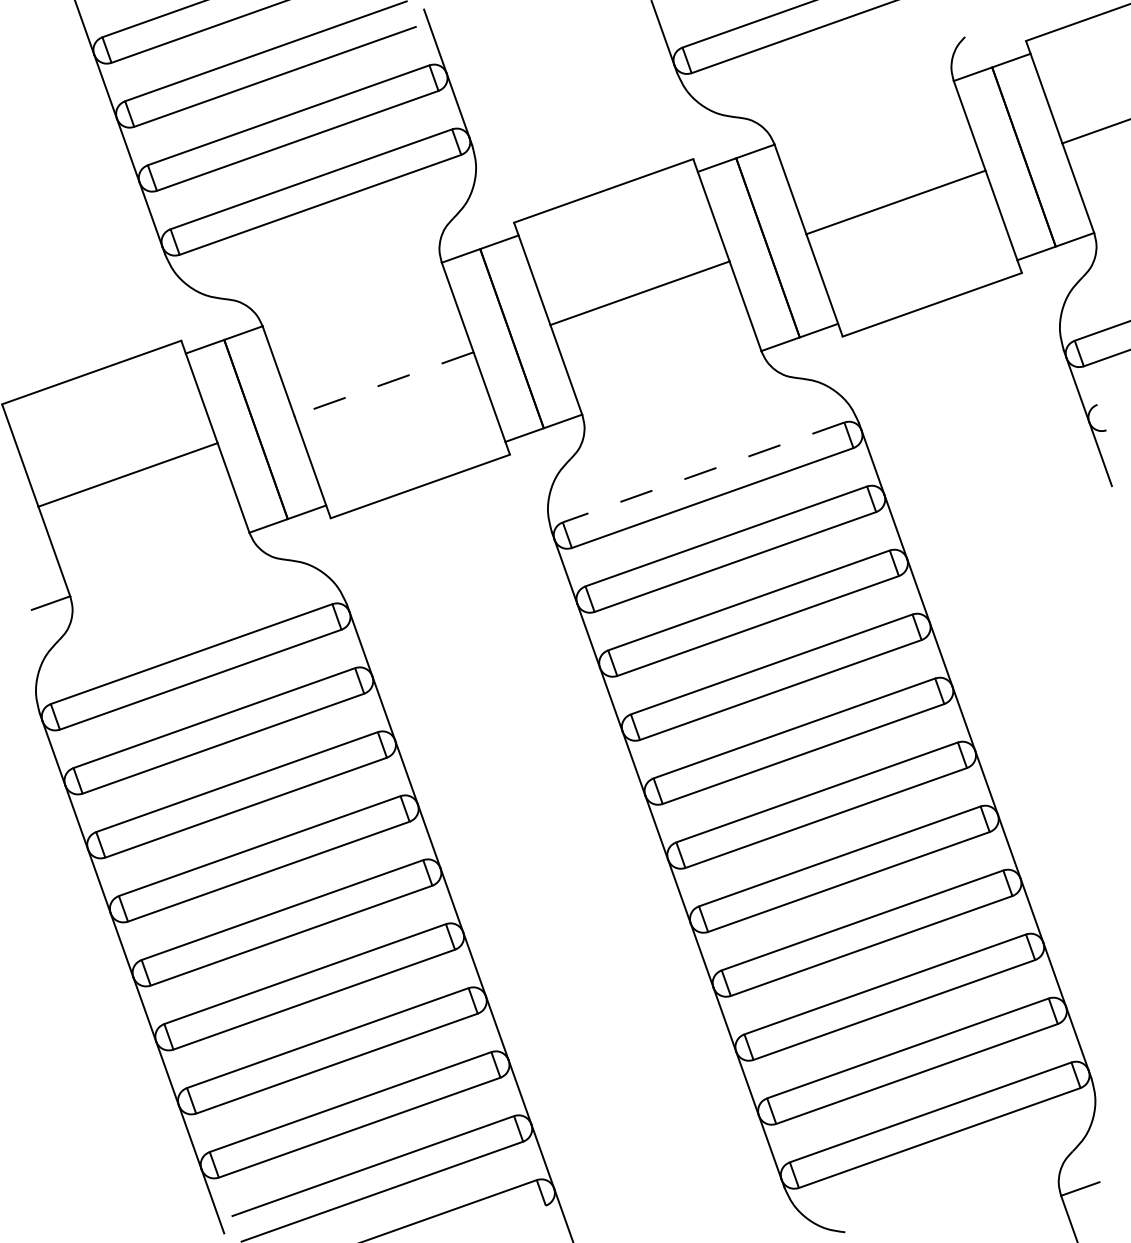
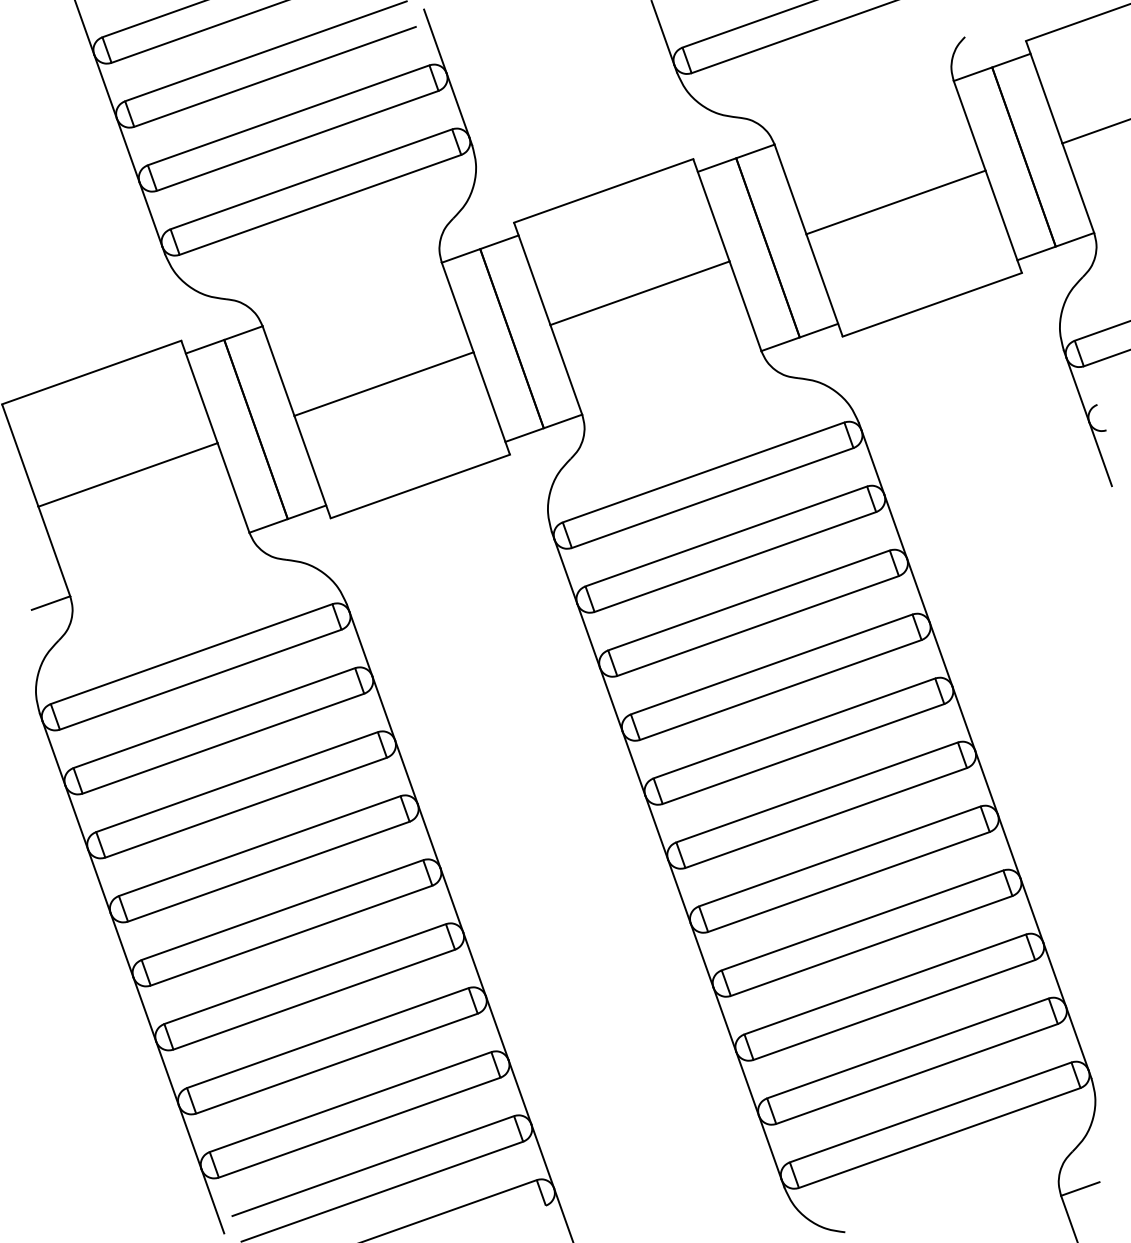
line at (383, 384): dashed -> solid
line at (703, 472): dashed -> solid
